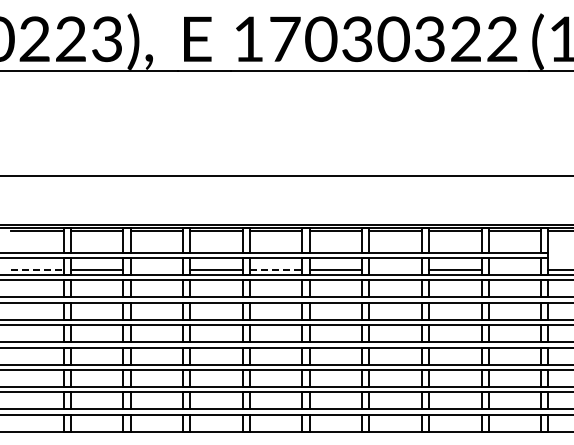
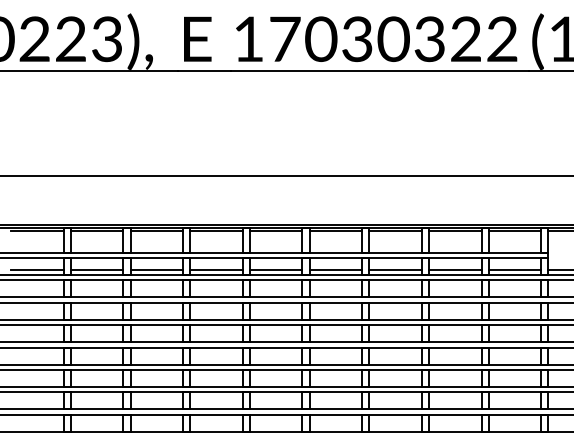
line at (37, 270): dashed -> solid
line at (156, 270): none -> present
line at (276, 270): dashed -> solid
line at (395, 270): none -> present
line at (514, 270): none -> present
